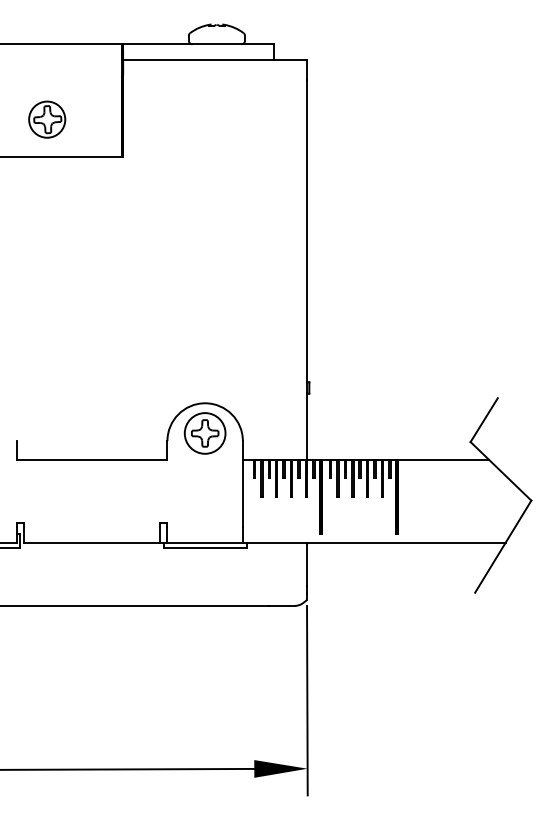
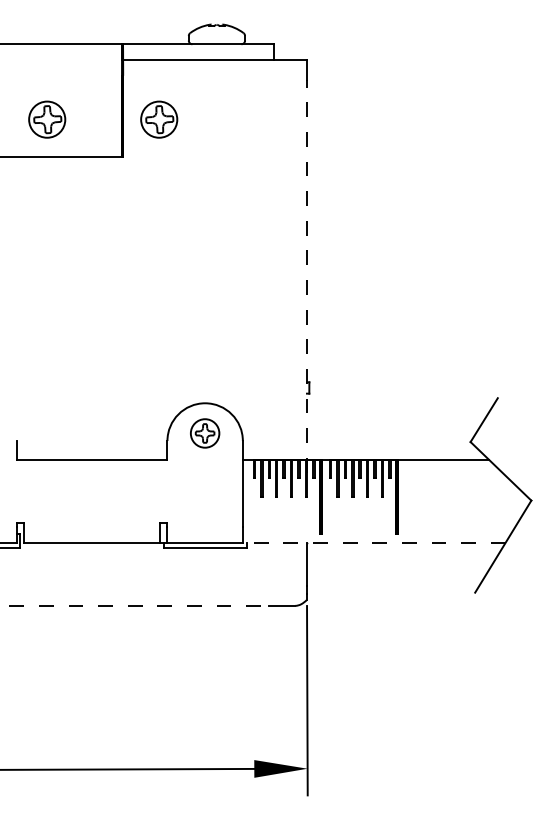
part at (159, 119): none -> present
line at (306, 275): solid -> dashed
part at (204, 433) size: 44x43 px -> 31x31 px
line at (373, 542): solid -> dashed
line at (135, 605): solid -> dashed
